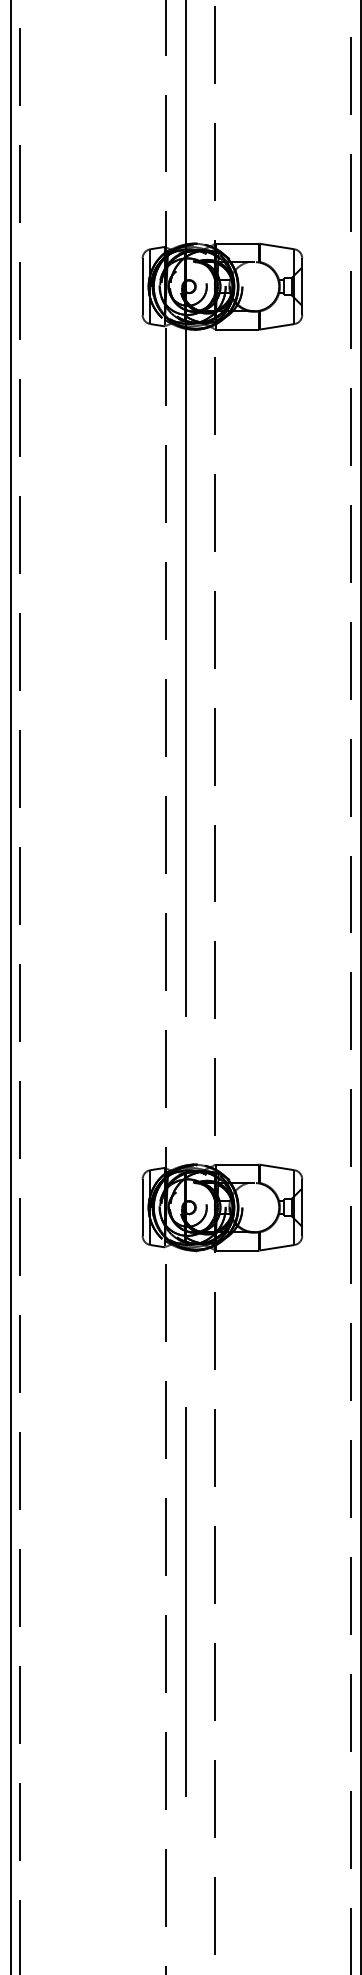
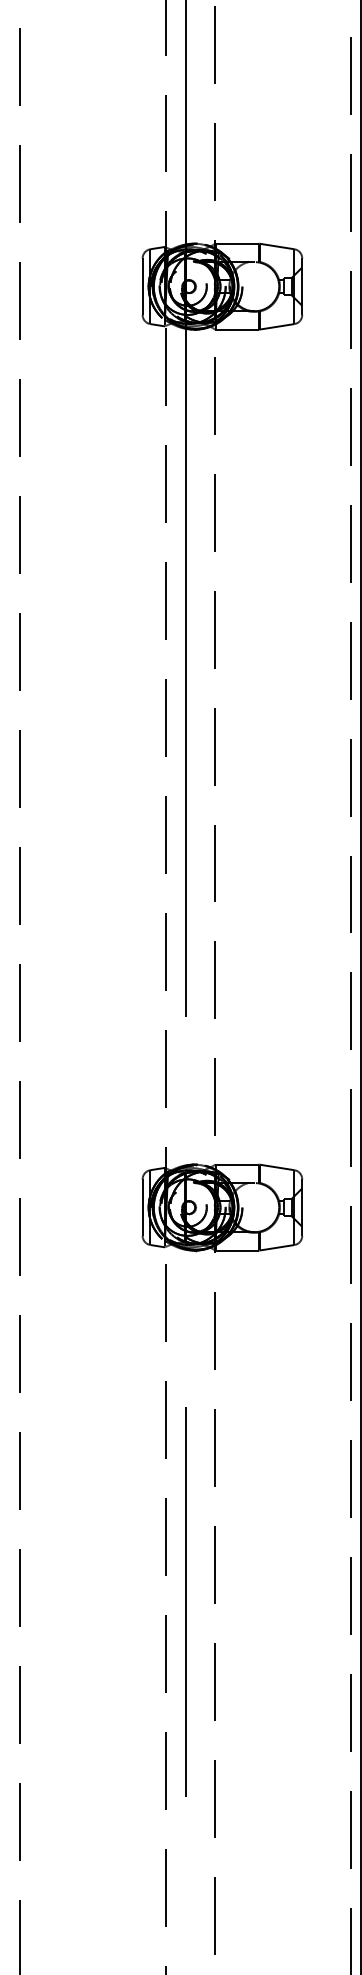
line at (10, 986): present -> none
